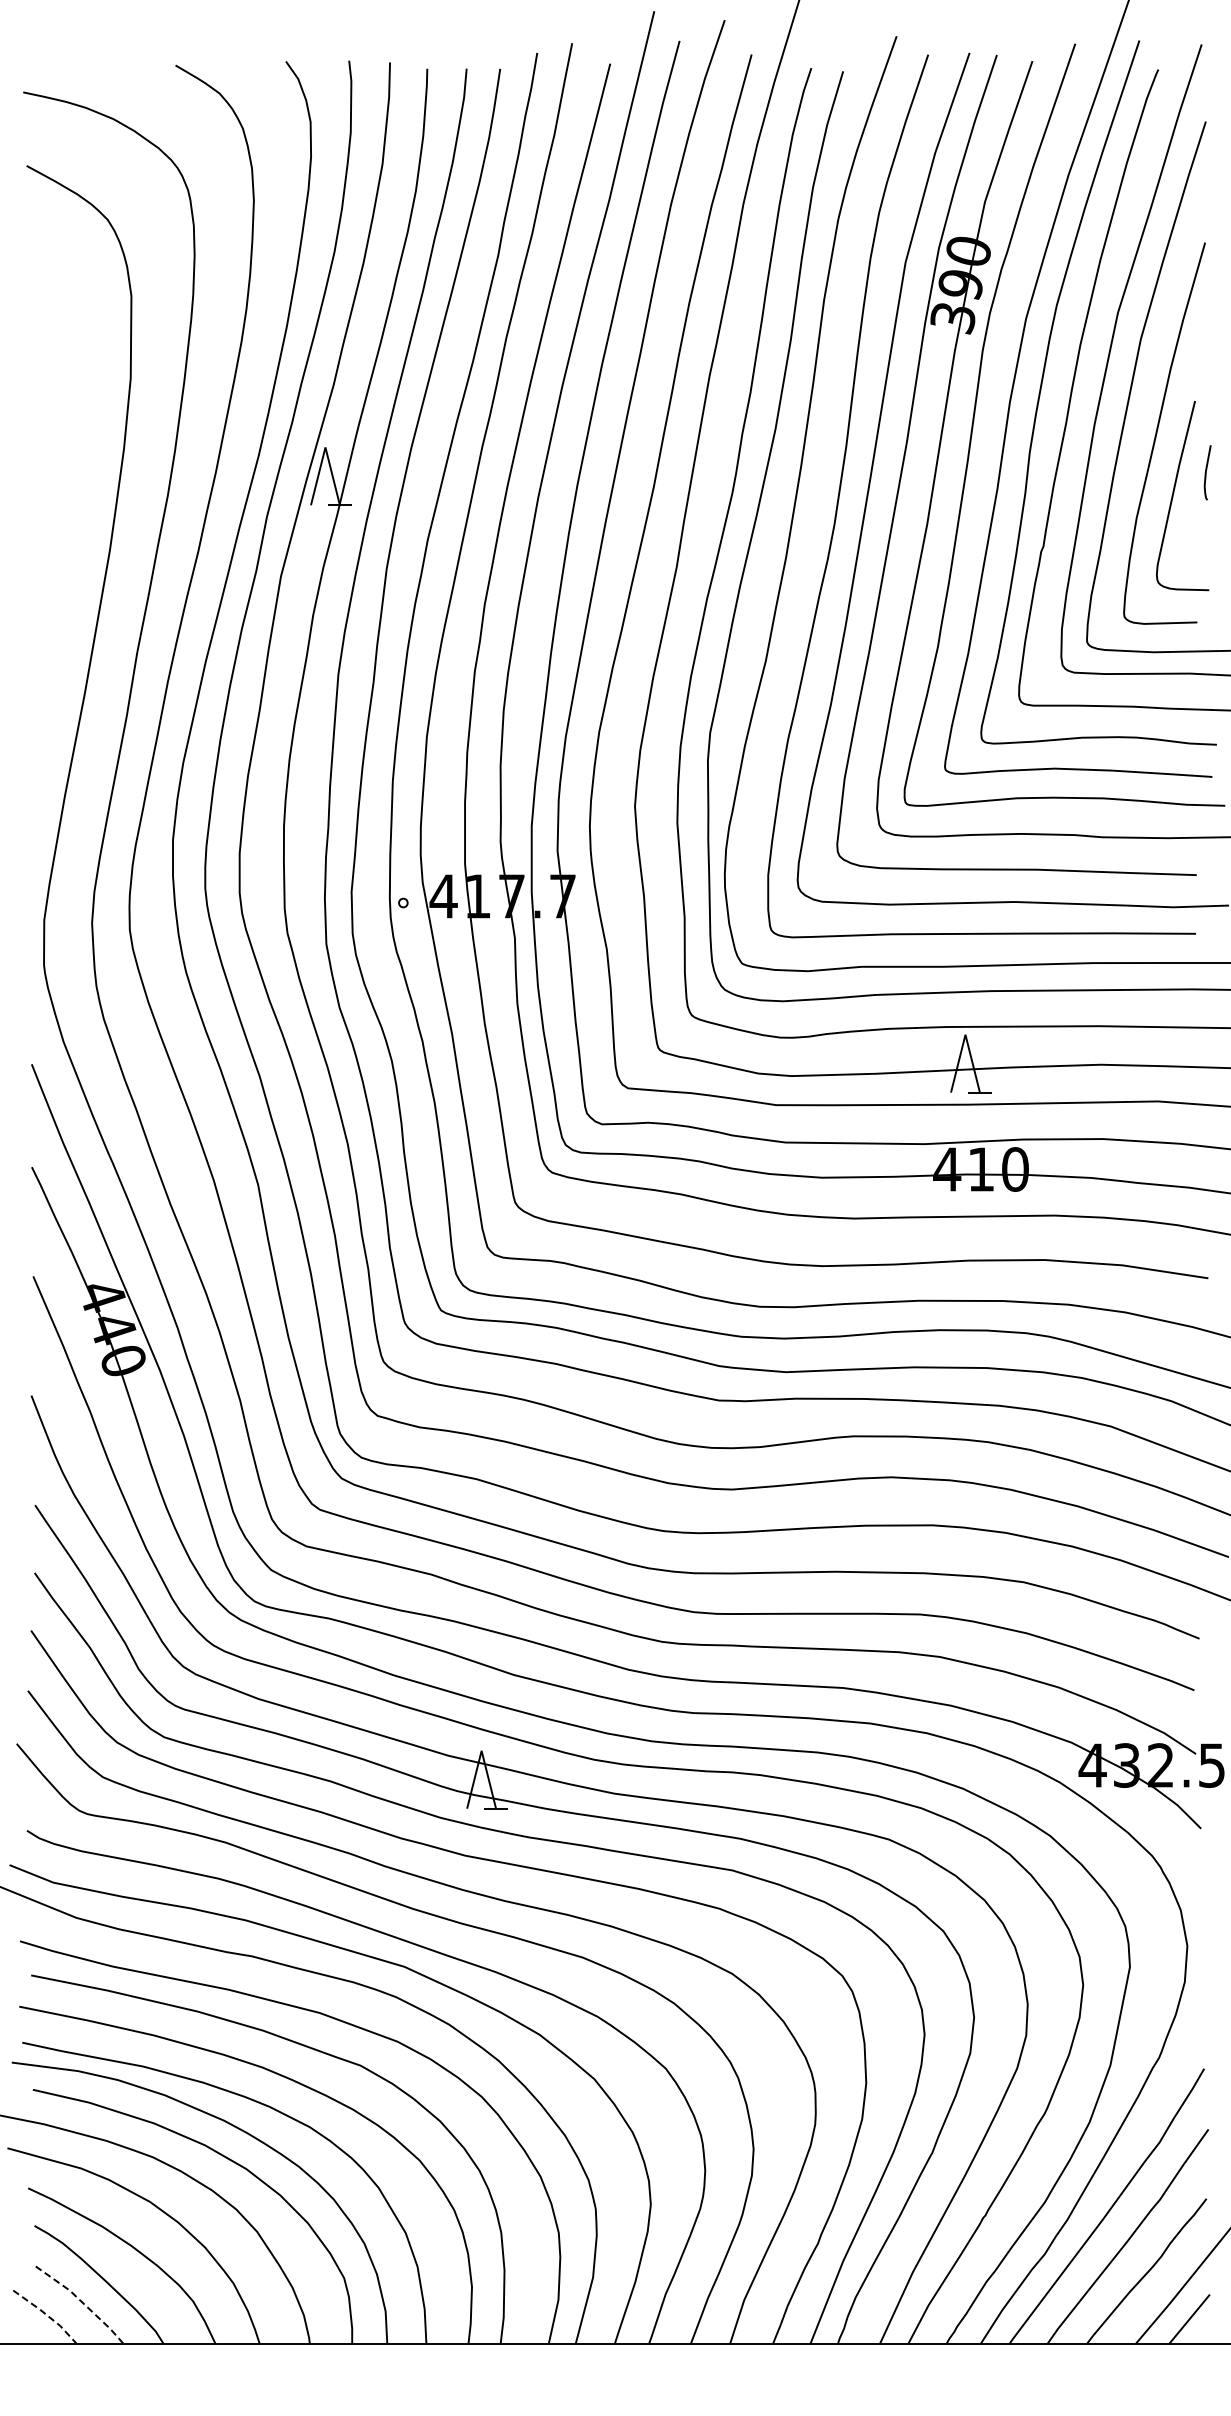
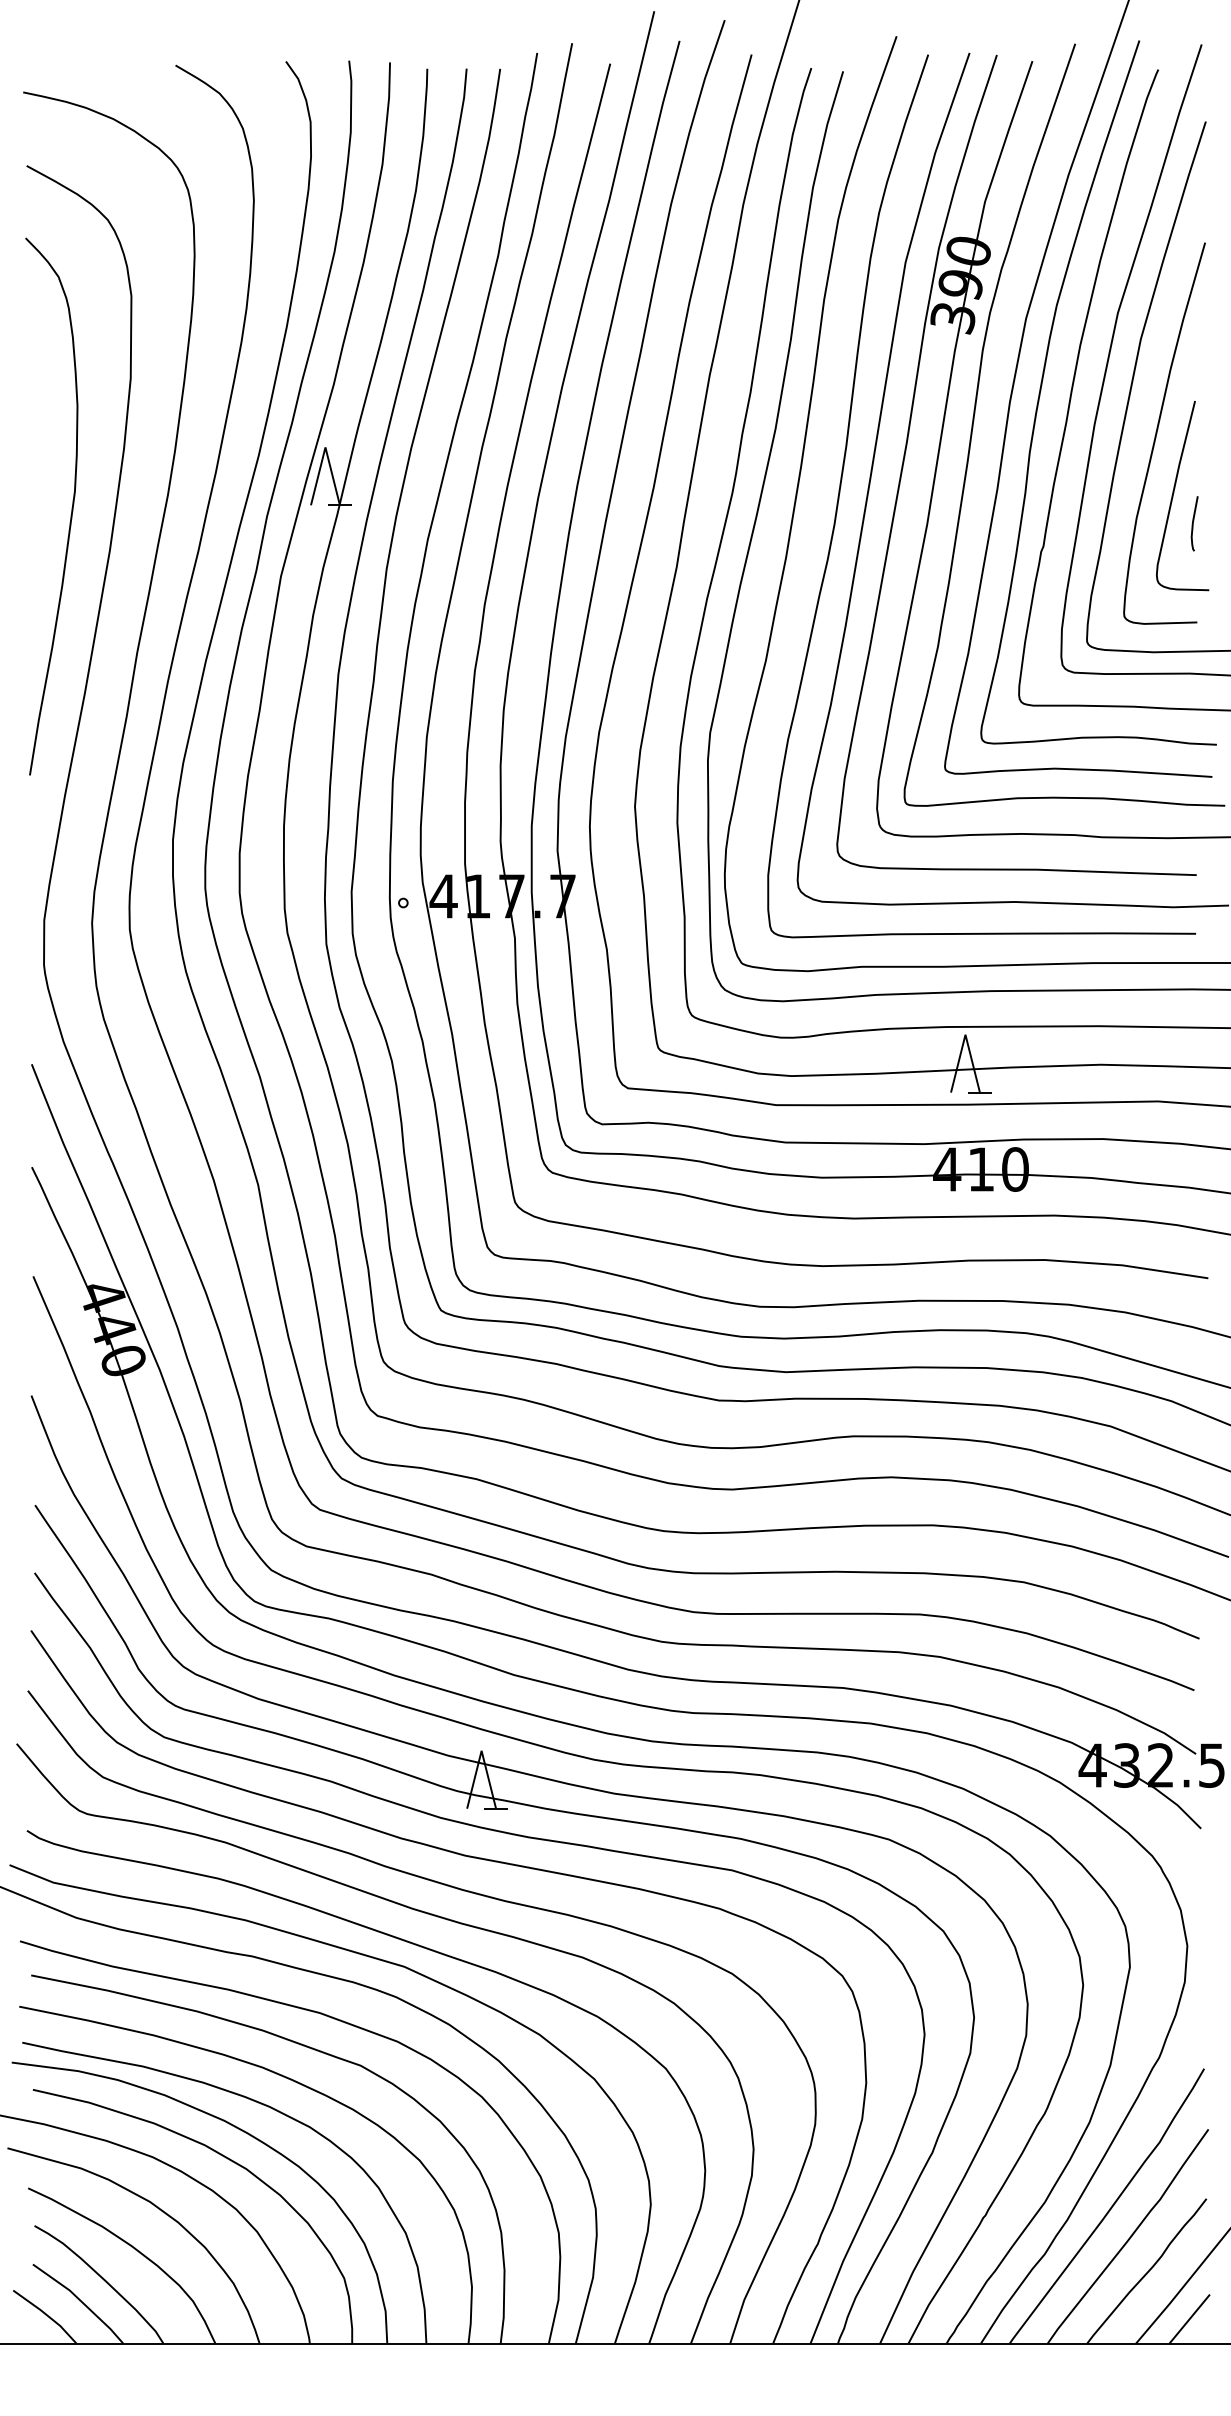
curve at (1206, 472) position: (1206, 472) -> (1193, 523)
curve at (71, 507): none -> present
line at (81, 2301): dashed -> solid
line at (46, 2314): dashed -> solid
